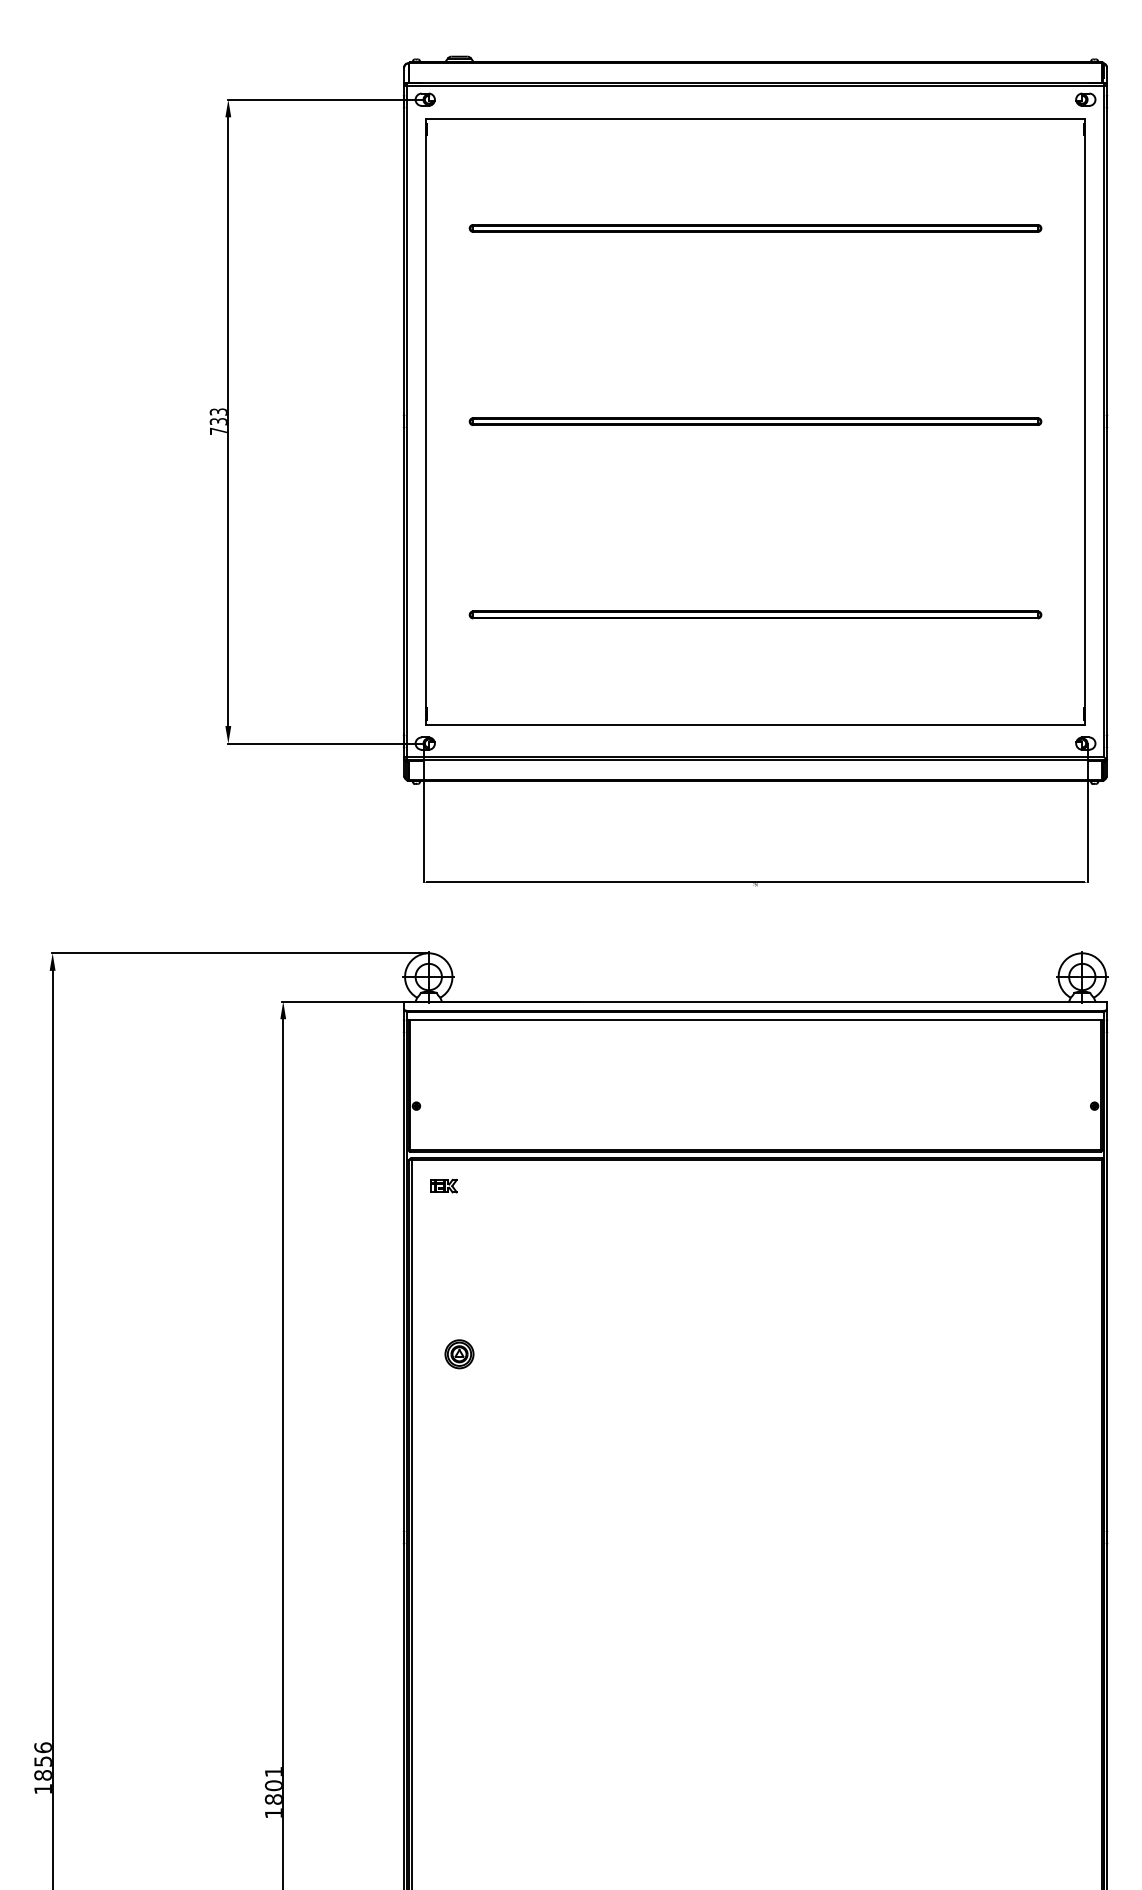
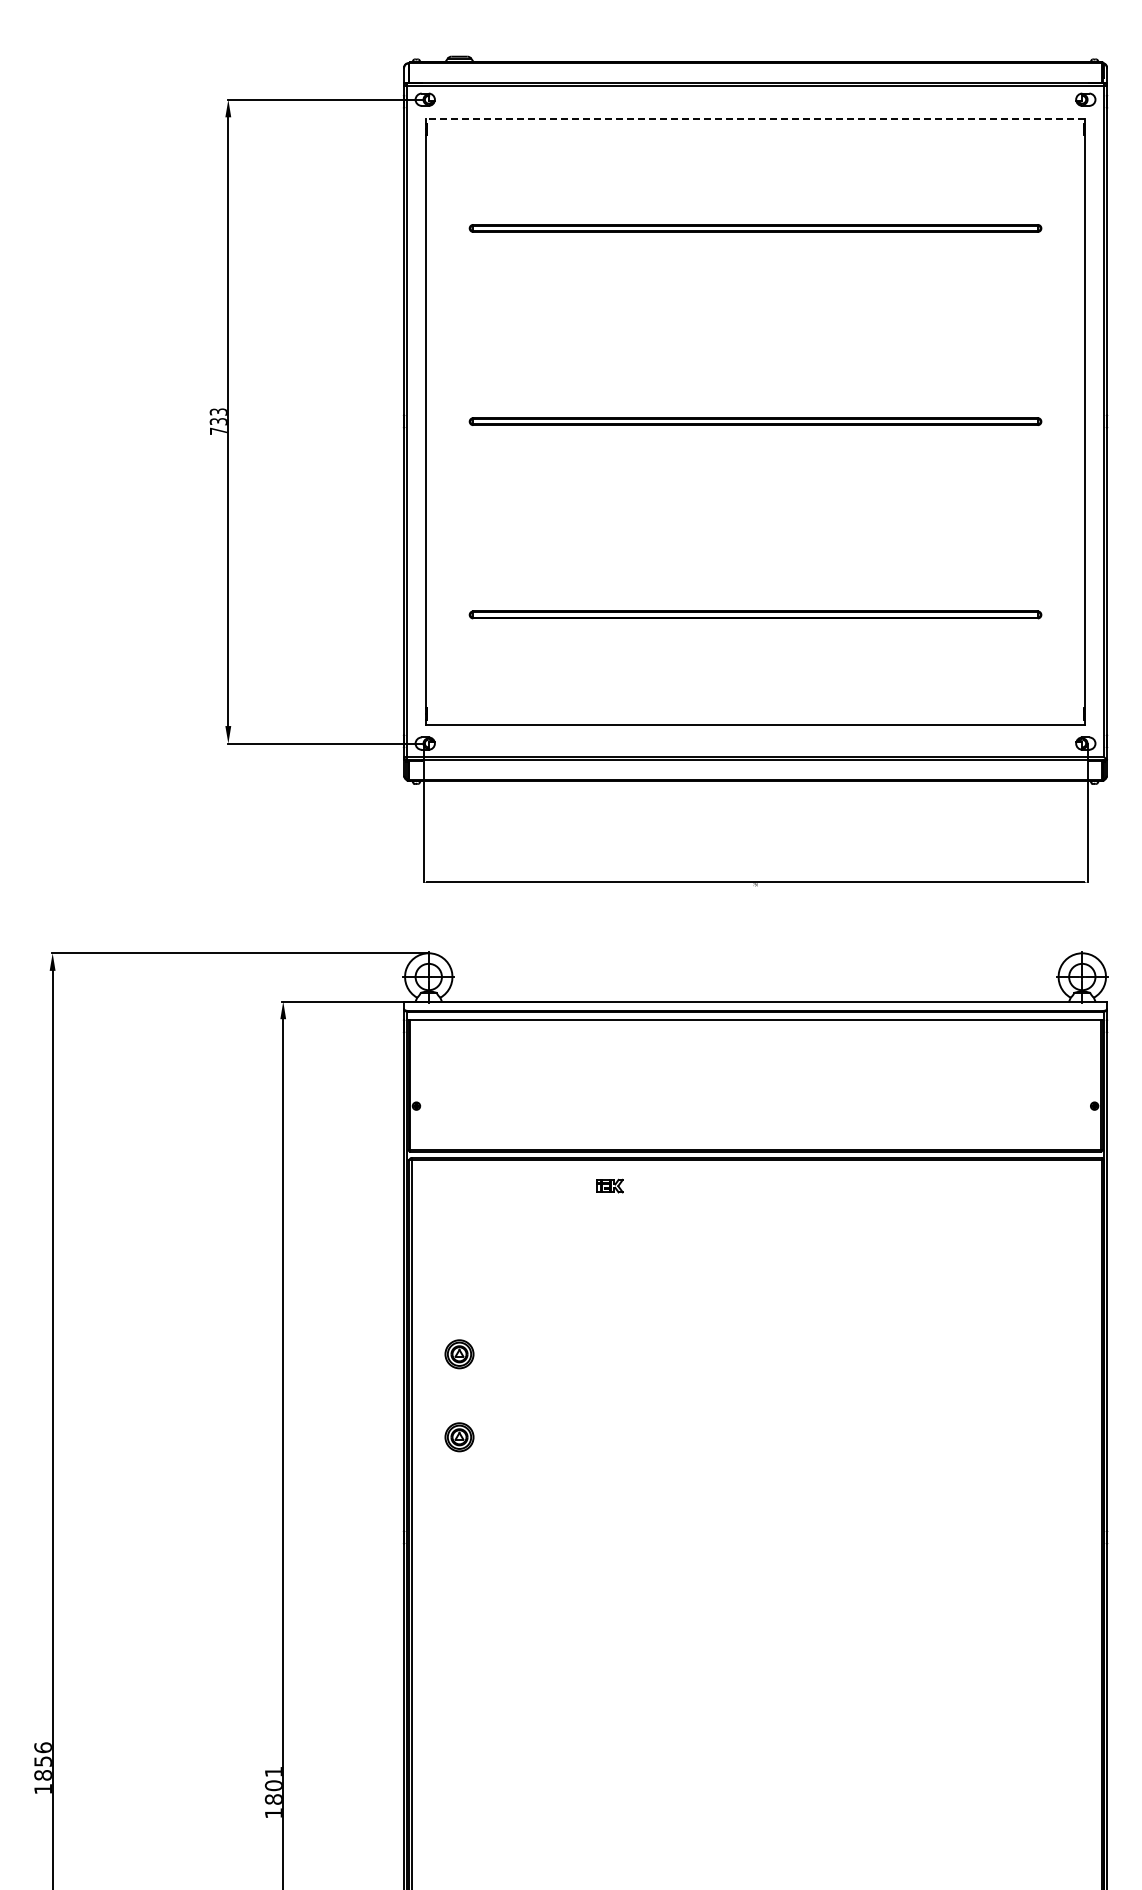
line at (755, 118): solid -> dashed
part at (443, 1185) position: (443, 1185) -> (609, 1185)
part at (459, 1437): none -> present
